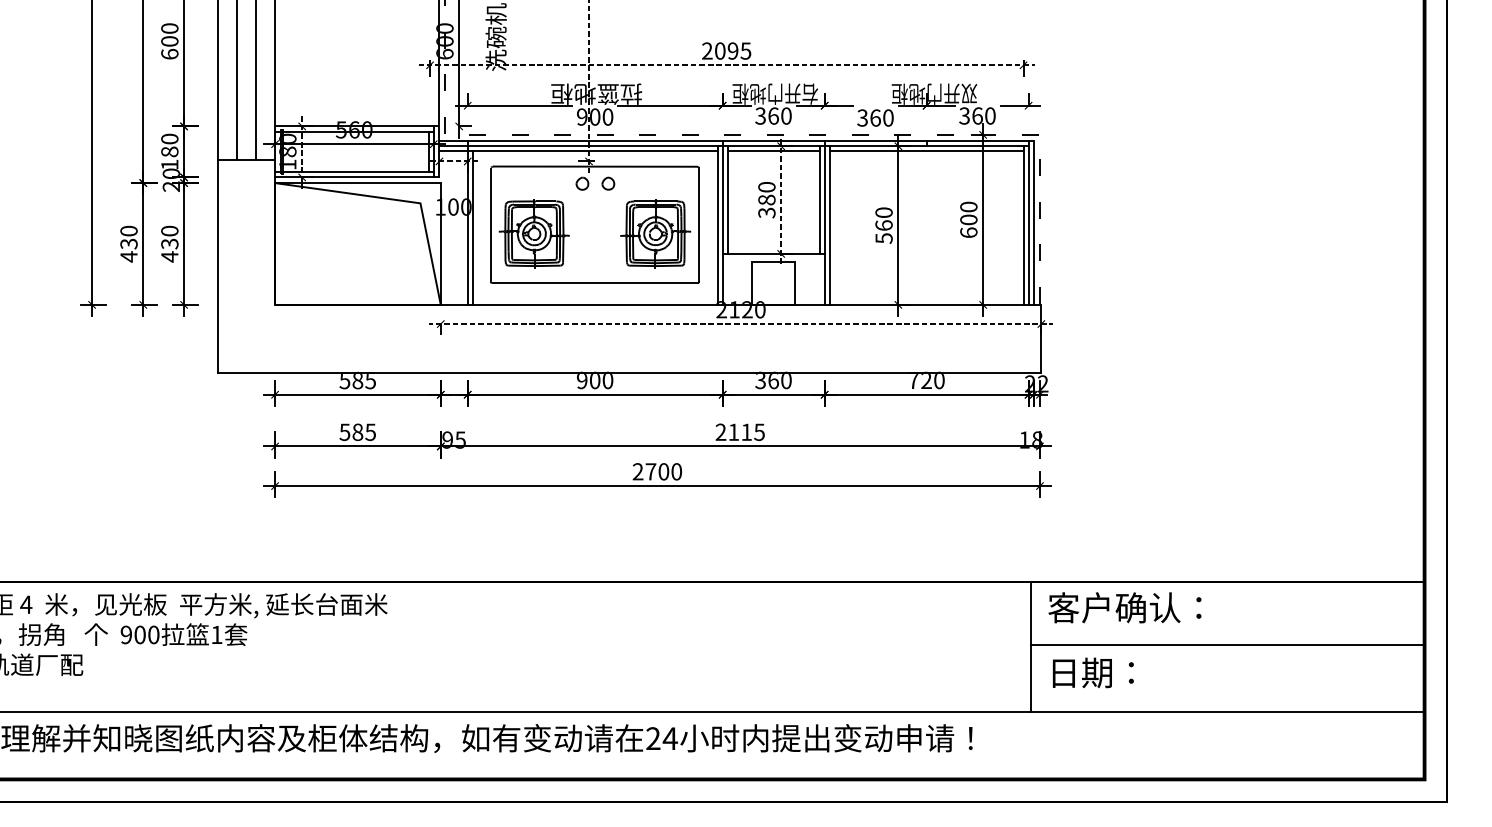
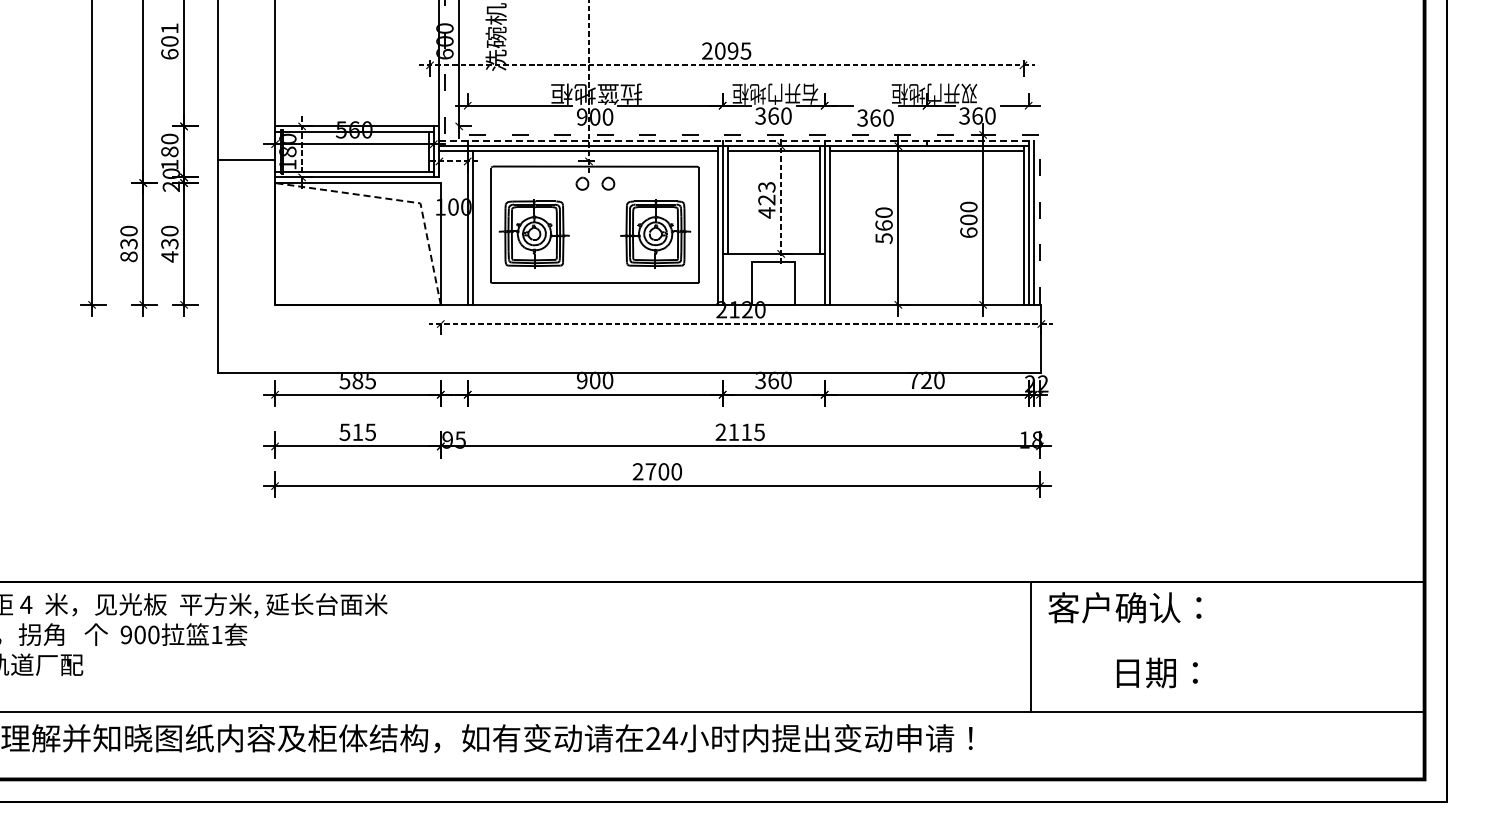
text at (169, 28): 600 -> 601
line at (237, 80): present -> none
line at (256, 80): present -> none
line at (737, 140): solid -> dashed
line at (399, 200): solid -> dashed
text at (766, 200): 380 -> 423
text at (128, 256): 430 -> 830
text at (357, 431): 585 -> 515
line at (1227, 645): present -> none
text at (1093, 672) position: (1093, 672) -> (1157, 672)
